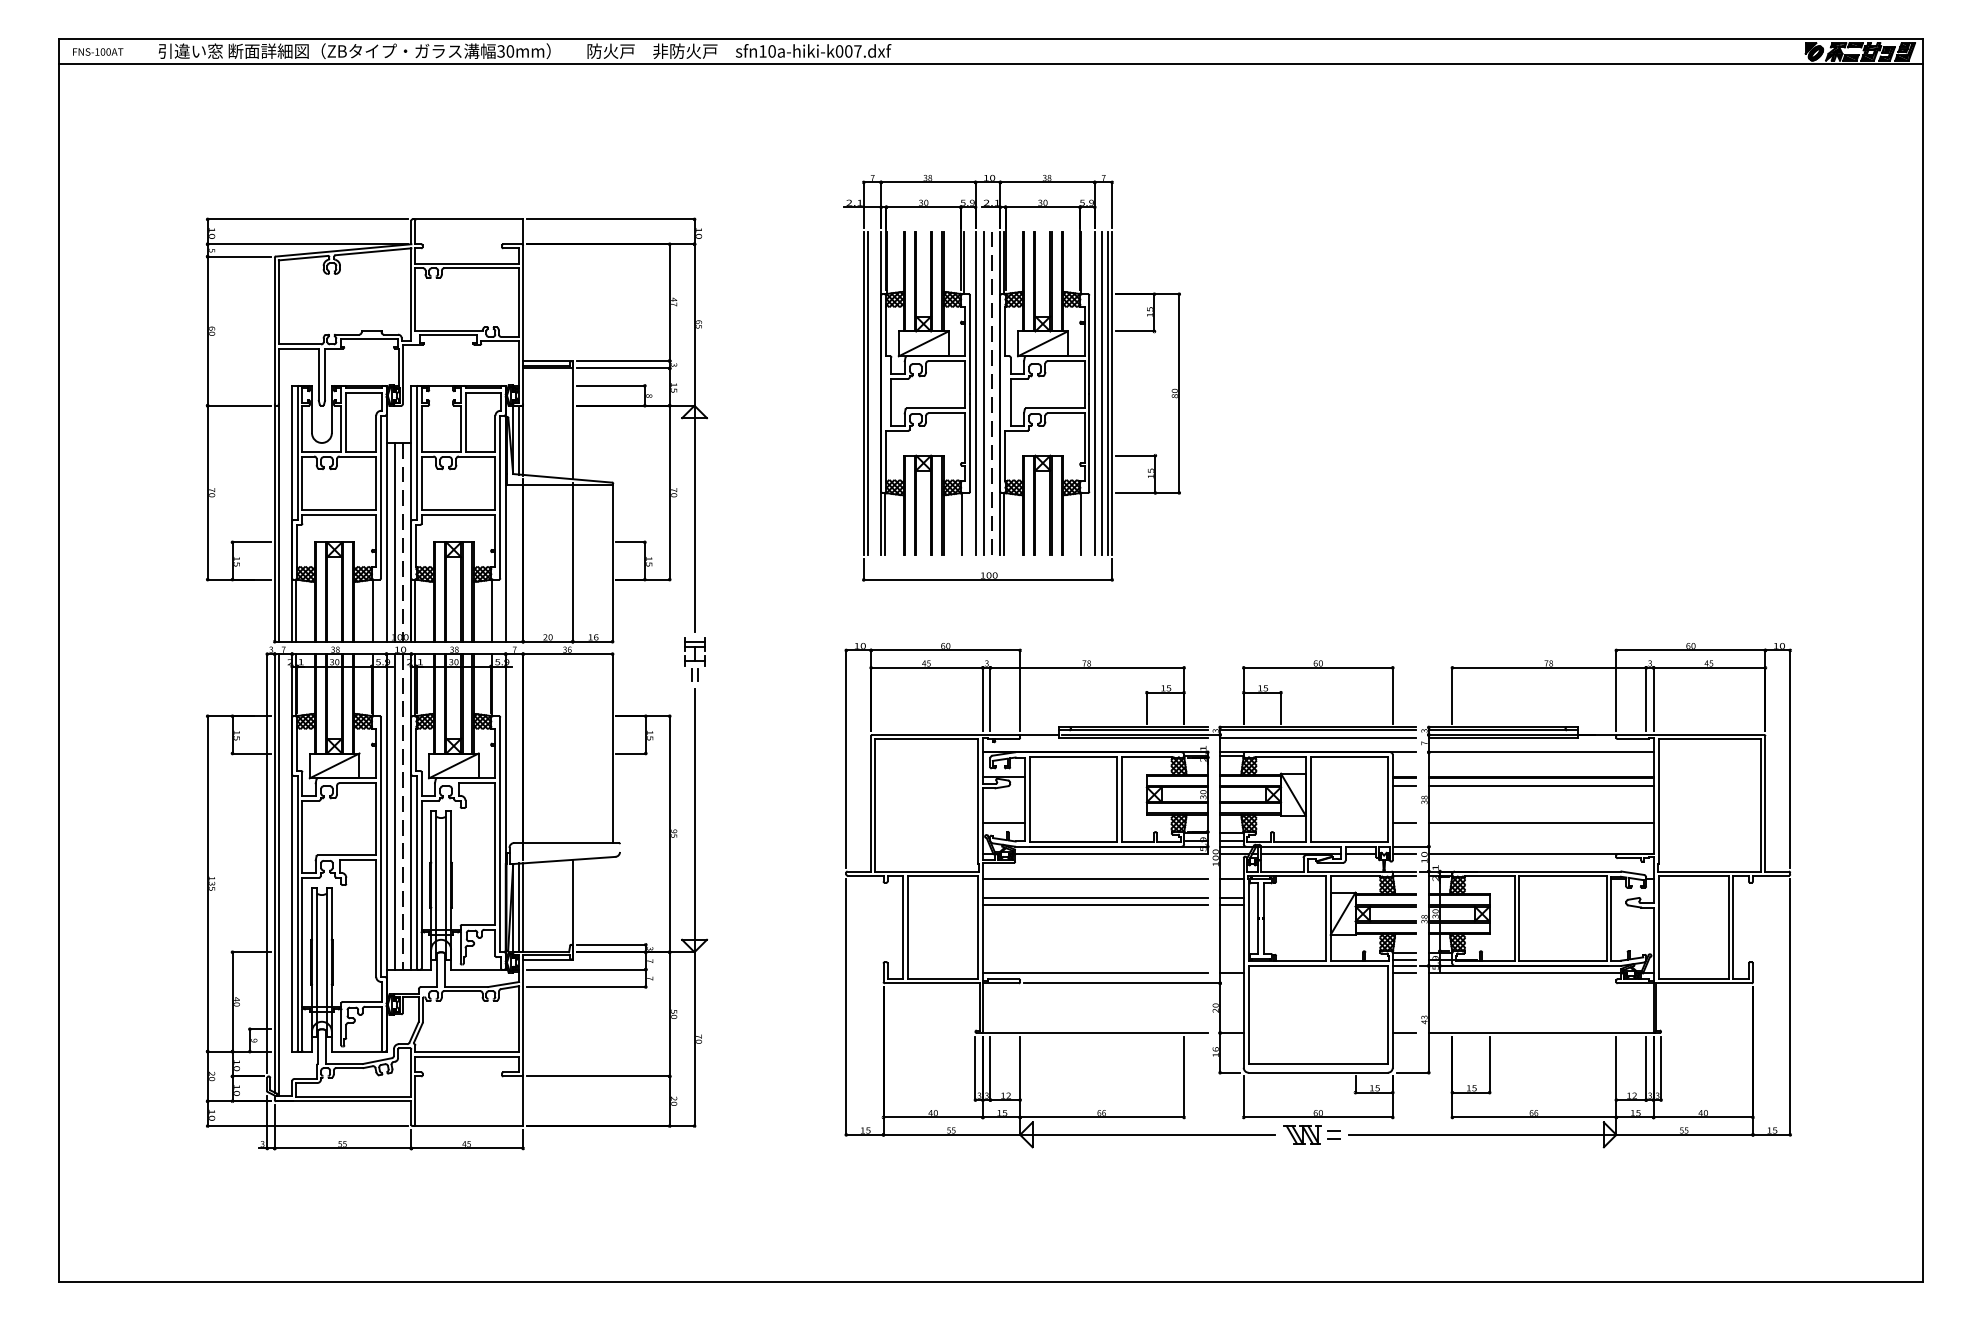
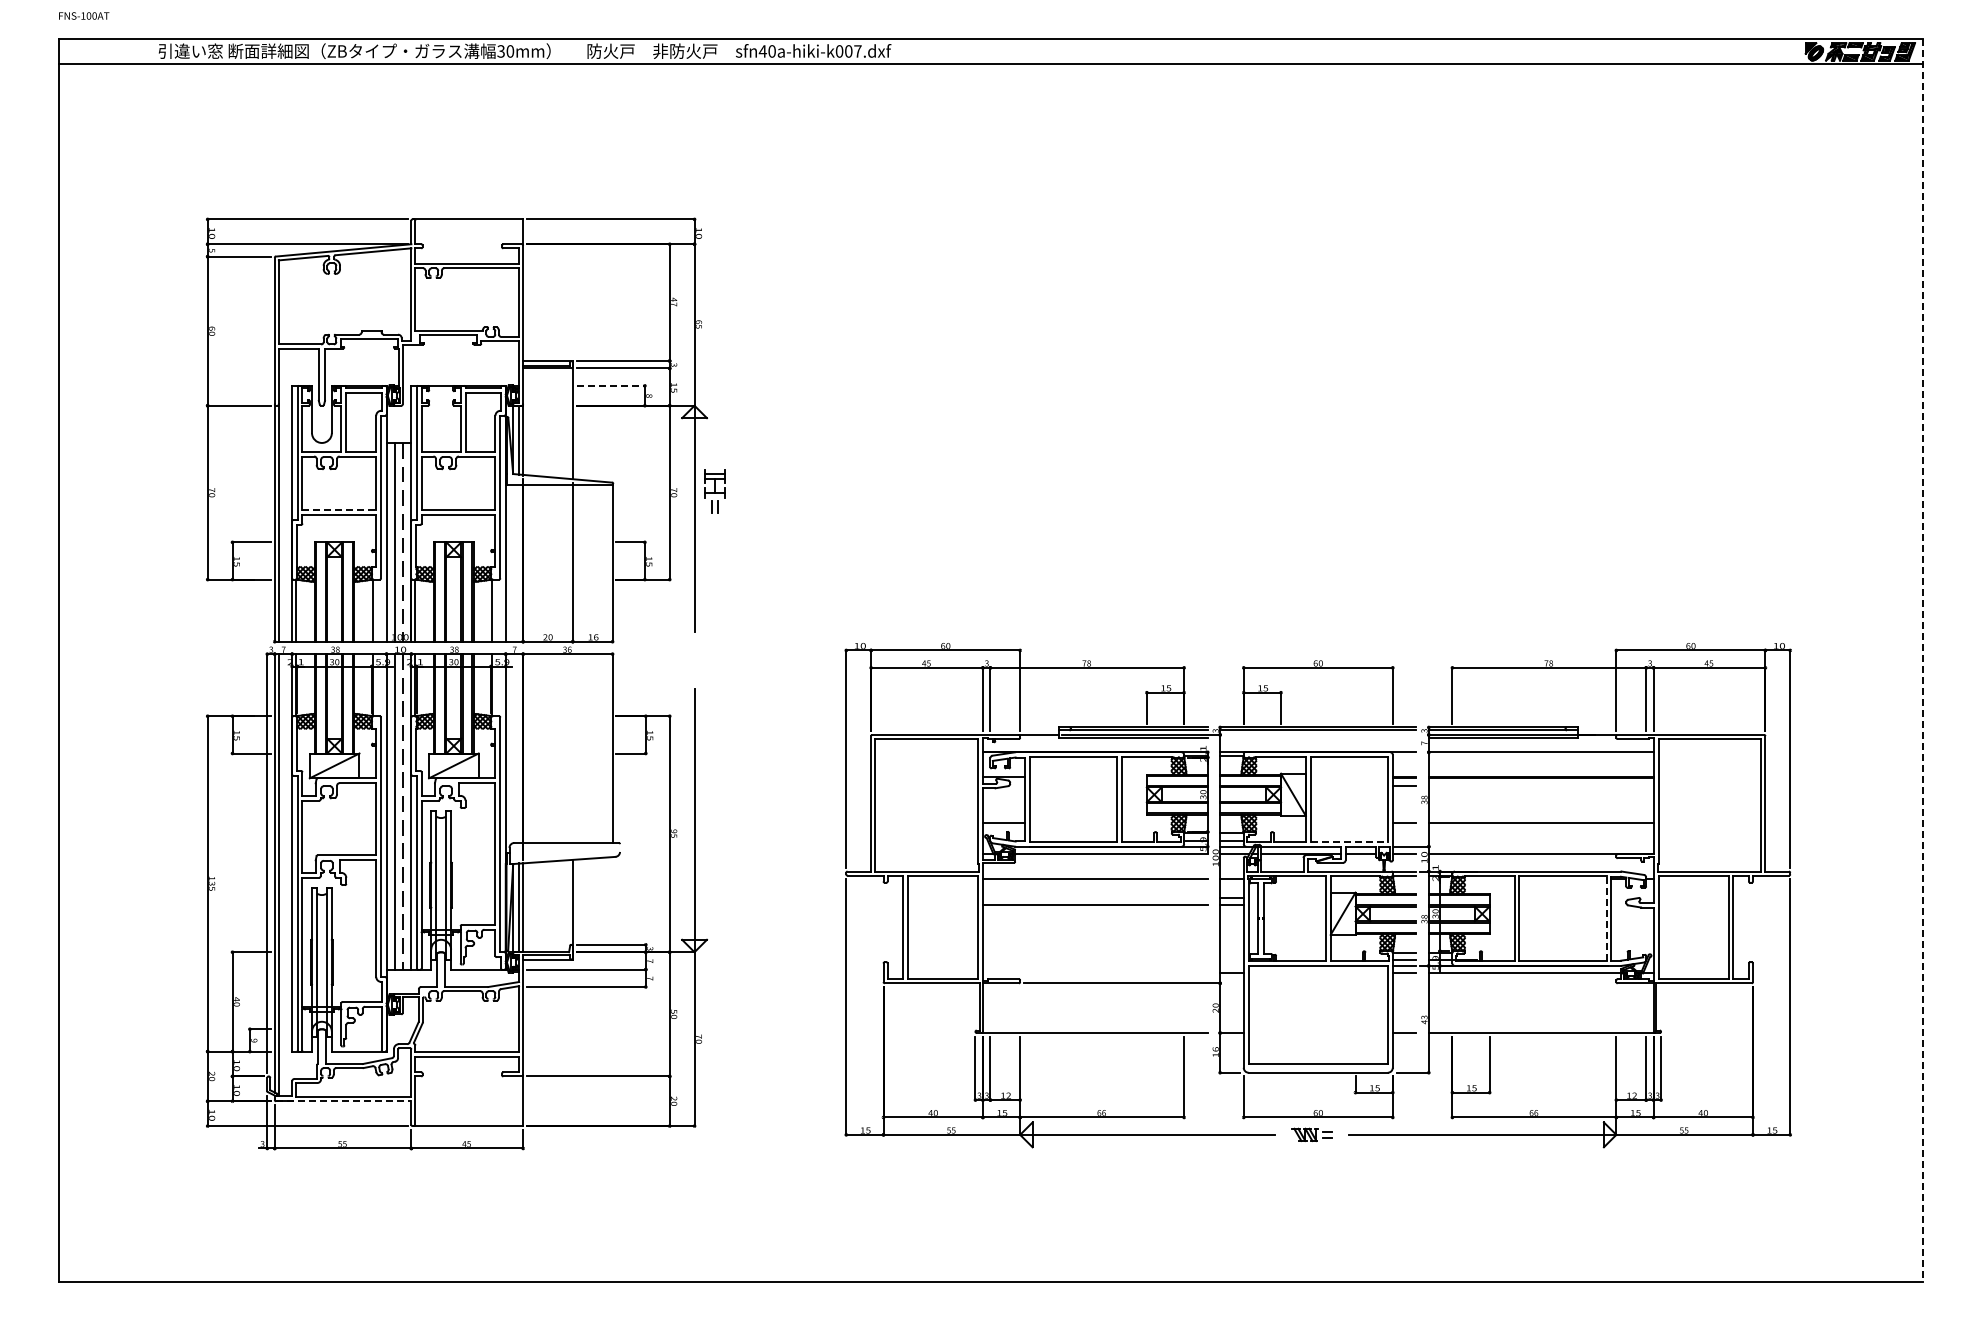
text at (98, 51) position: (98, 51) -> (84, 15)
text at (762, 51): sfn10a-hiki-k007.dxf -> sfn40a-hiki-k007.dxf
part at (1011, 377): present -> none
line at (611, 385): solid -> dashed
line at (339, 510): solid -> dashed
part at (694, 659) position: (694, 659) -> (714, 491)
line at (1922, 660): solid -> dashed
line at (1318, 737): present -> none
line at (1540, 785): present -> none
line at (1349, 841): solid -> dashed
line at (1094, 897): present -> none
line at (1606, 918): solid -> dashed
line at (1094, 973): present -> none
line at (343, 1101): solid -> dashed
part at (1311, 1134) size: 58x20 px -> 42x15 px
